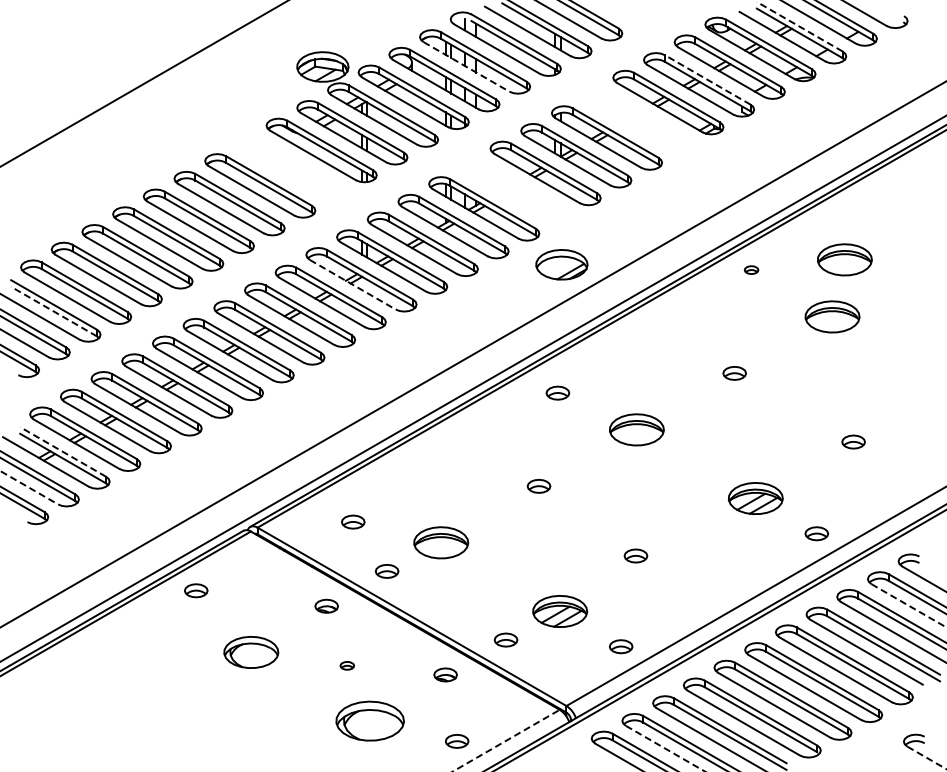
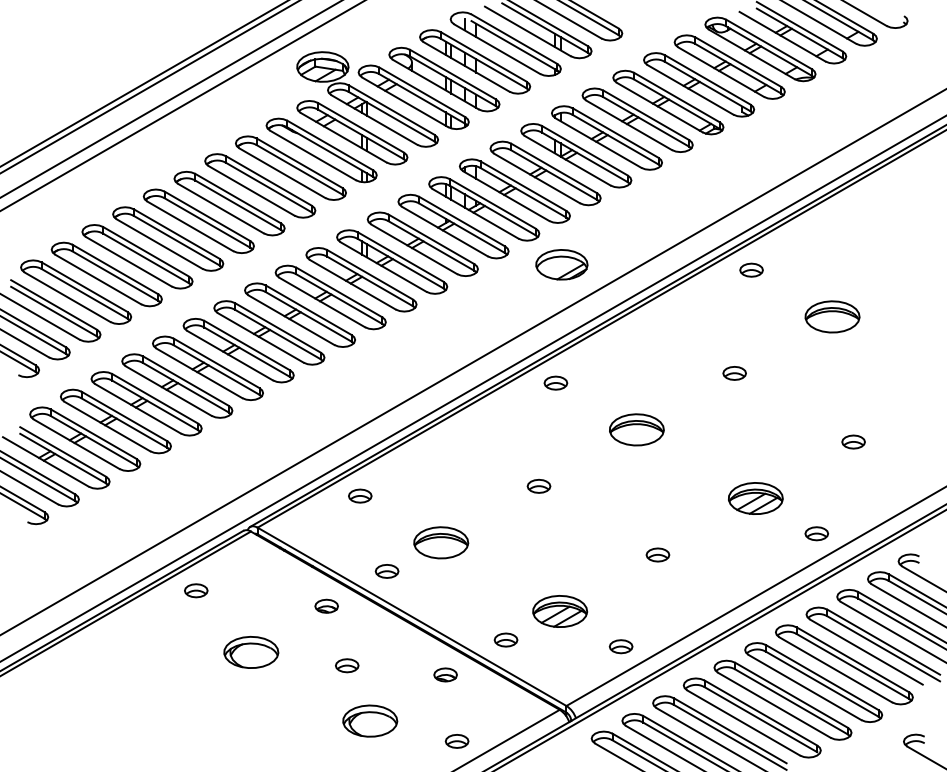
line at (799, 26): dashed -> solid
line at (466, 66): dashed -> solid
line at (707, 79): dashed -> solid
line at (149, 87): none -> present
line at (170, 99): none -> present
line at (182, 106): none -> present
part at (637, 119): none -> present
part at (290, 167): none -> present
part at (514, 190): none -> present
part at (844, 259): present -> none
part at (751, 269) size: 17x10 px -> 25x16 px
line at (352, 284): dashed -> solid
line at (54, 311): dashed -> solid
line at (472, 354) position: (472, 354) -> (472, 362)
part at (557, 392) position: (557, 392) -> (555, 382)
line at (63, 451): dashed -> solid
line at (29, 488): dashed -> solid
part at (353, 521) position: (353, 521) -> (360, 495)
part at (635, 555) position: (635, 555) -> (657, 554)
line at (909, 606): dashed -> solid
part at (346, 665) size: 16x10 px -> 25x16 px
part at (369, 720) size: 70x42 px -> 57x34 px
line at (506, 740): dashed -> solid
line at (665, 748): dashed -> solid
line at (927, 758): dashed -> solid
